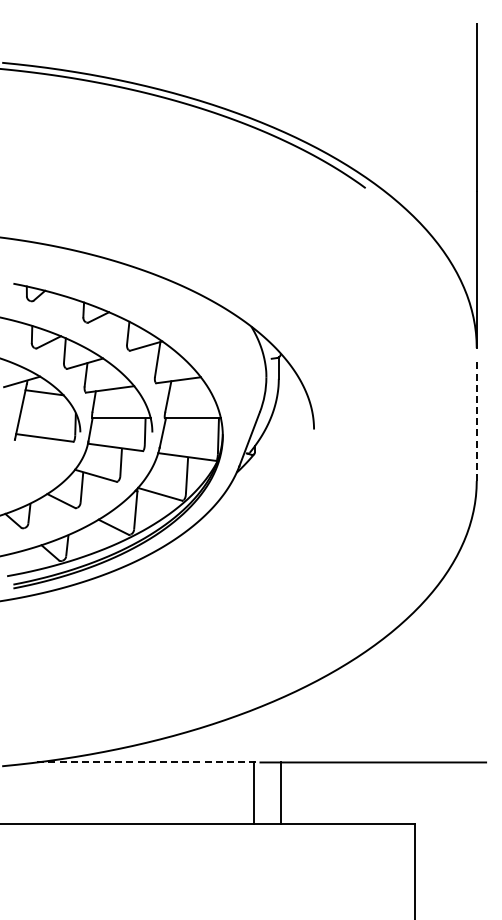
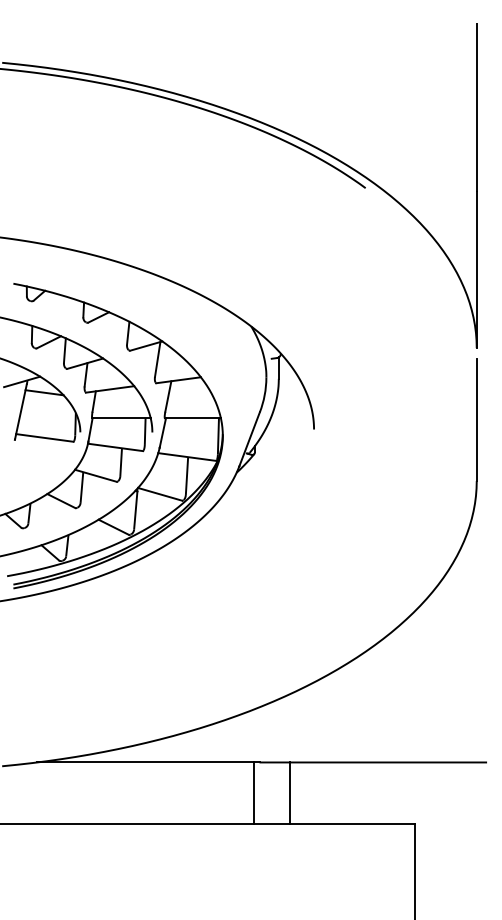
line at (476, 419): dashed -> solid
line at (148, 762): dashed -> solid
line at (281, 793) position: (281, 793) -> (290, 793)
